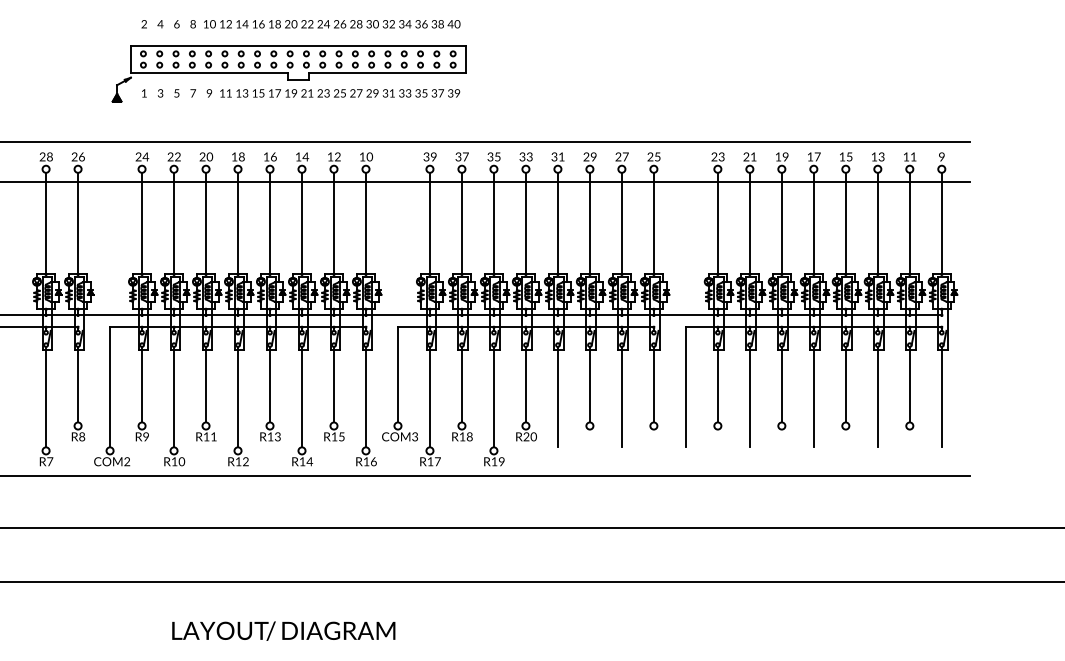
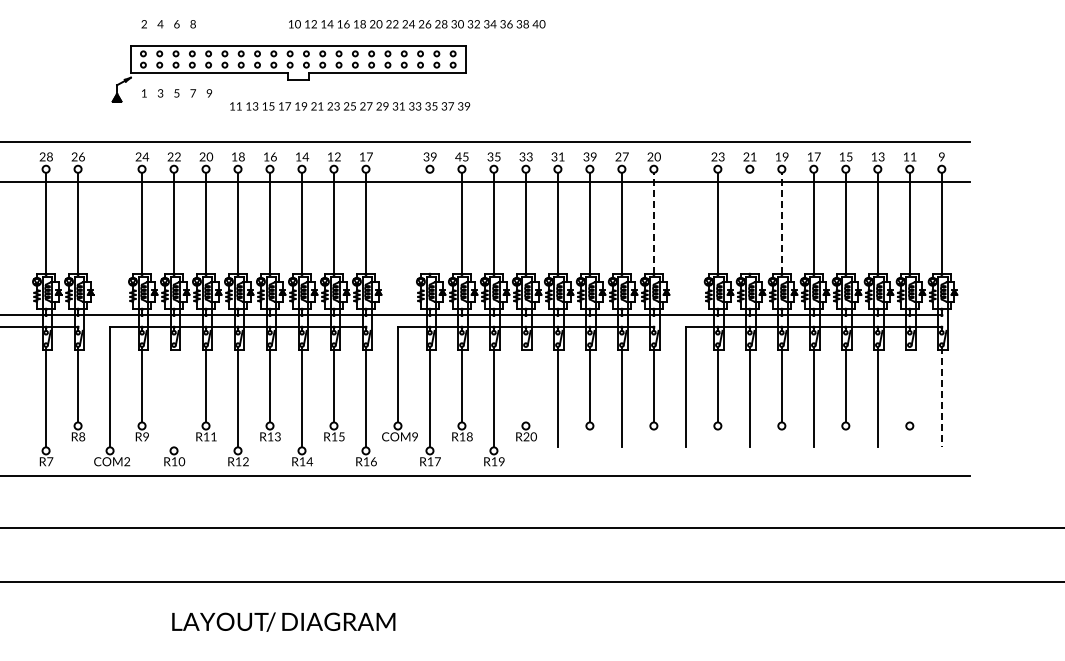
text at (332, 24) position: (332, 24) -> (417, 24)
text at (340, 93) position: (340, 93) -> (350, 106)
text at (369, 156): 10 -> 17
text at (461, 156): 37 -> 45
text at (657, 156): 25 -> 20
text at (586, 158): 29 -> 39
line at (429, 223): present -> none
line at (653, 223): solid -> dashed
line at (749, 223): present -> none
line at (781, 223): solid -> dashed
line at (525, 384): present -> none
line at (909, 384): present -> none
line at (174, 397): present -> none
line at (941, 397): solid -> dashed
text at (414, 437): COM3 -> COM9
text at (283, 630) position: (283, 630) -> (283, 621)
